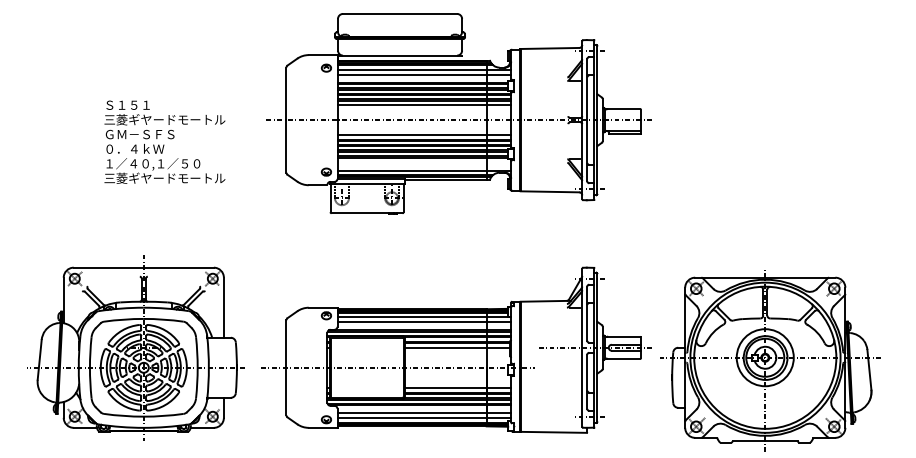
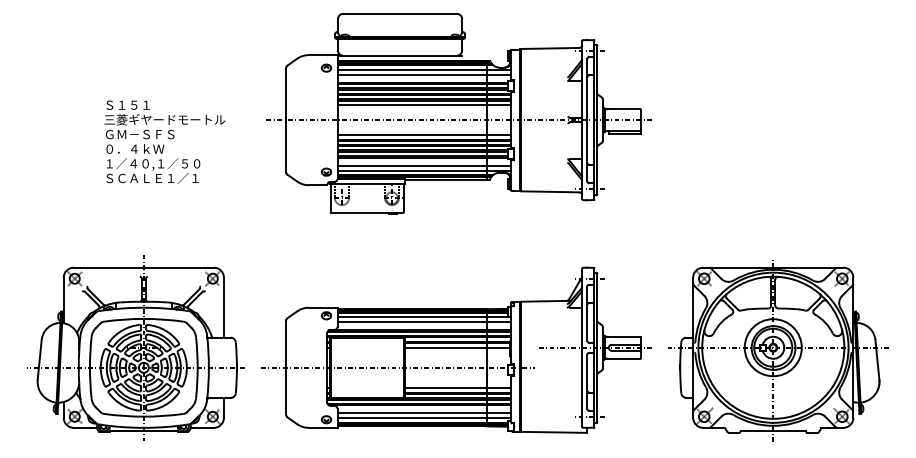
line at (424, 165): none -> present
text at (164, 177): 三菱ギヤードモートル -> ＳＣＡＬＥ１／１
part at (770, 360) position: (770, 360) -> (778, 350)
